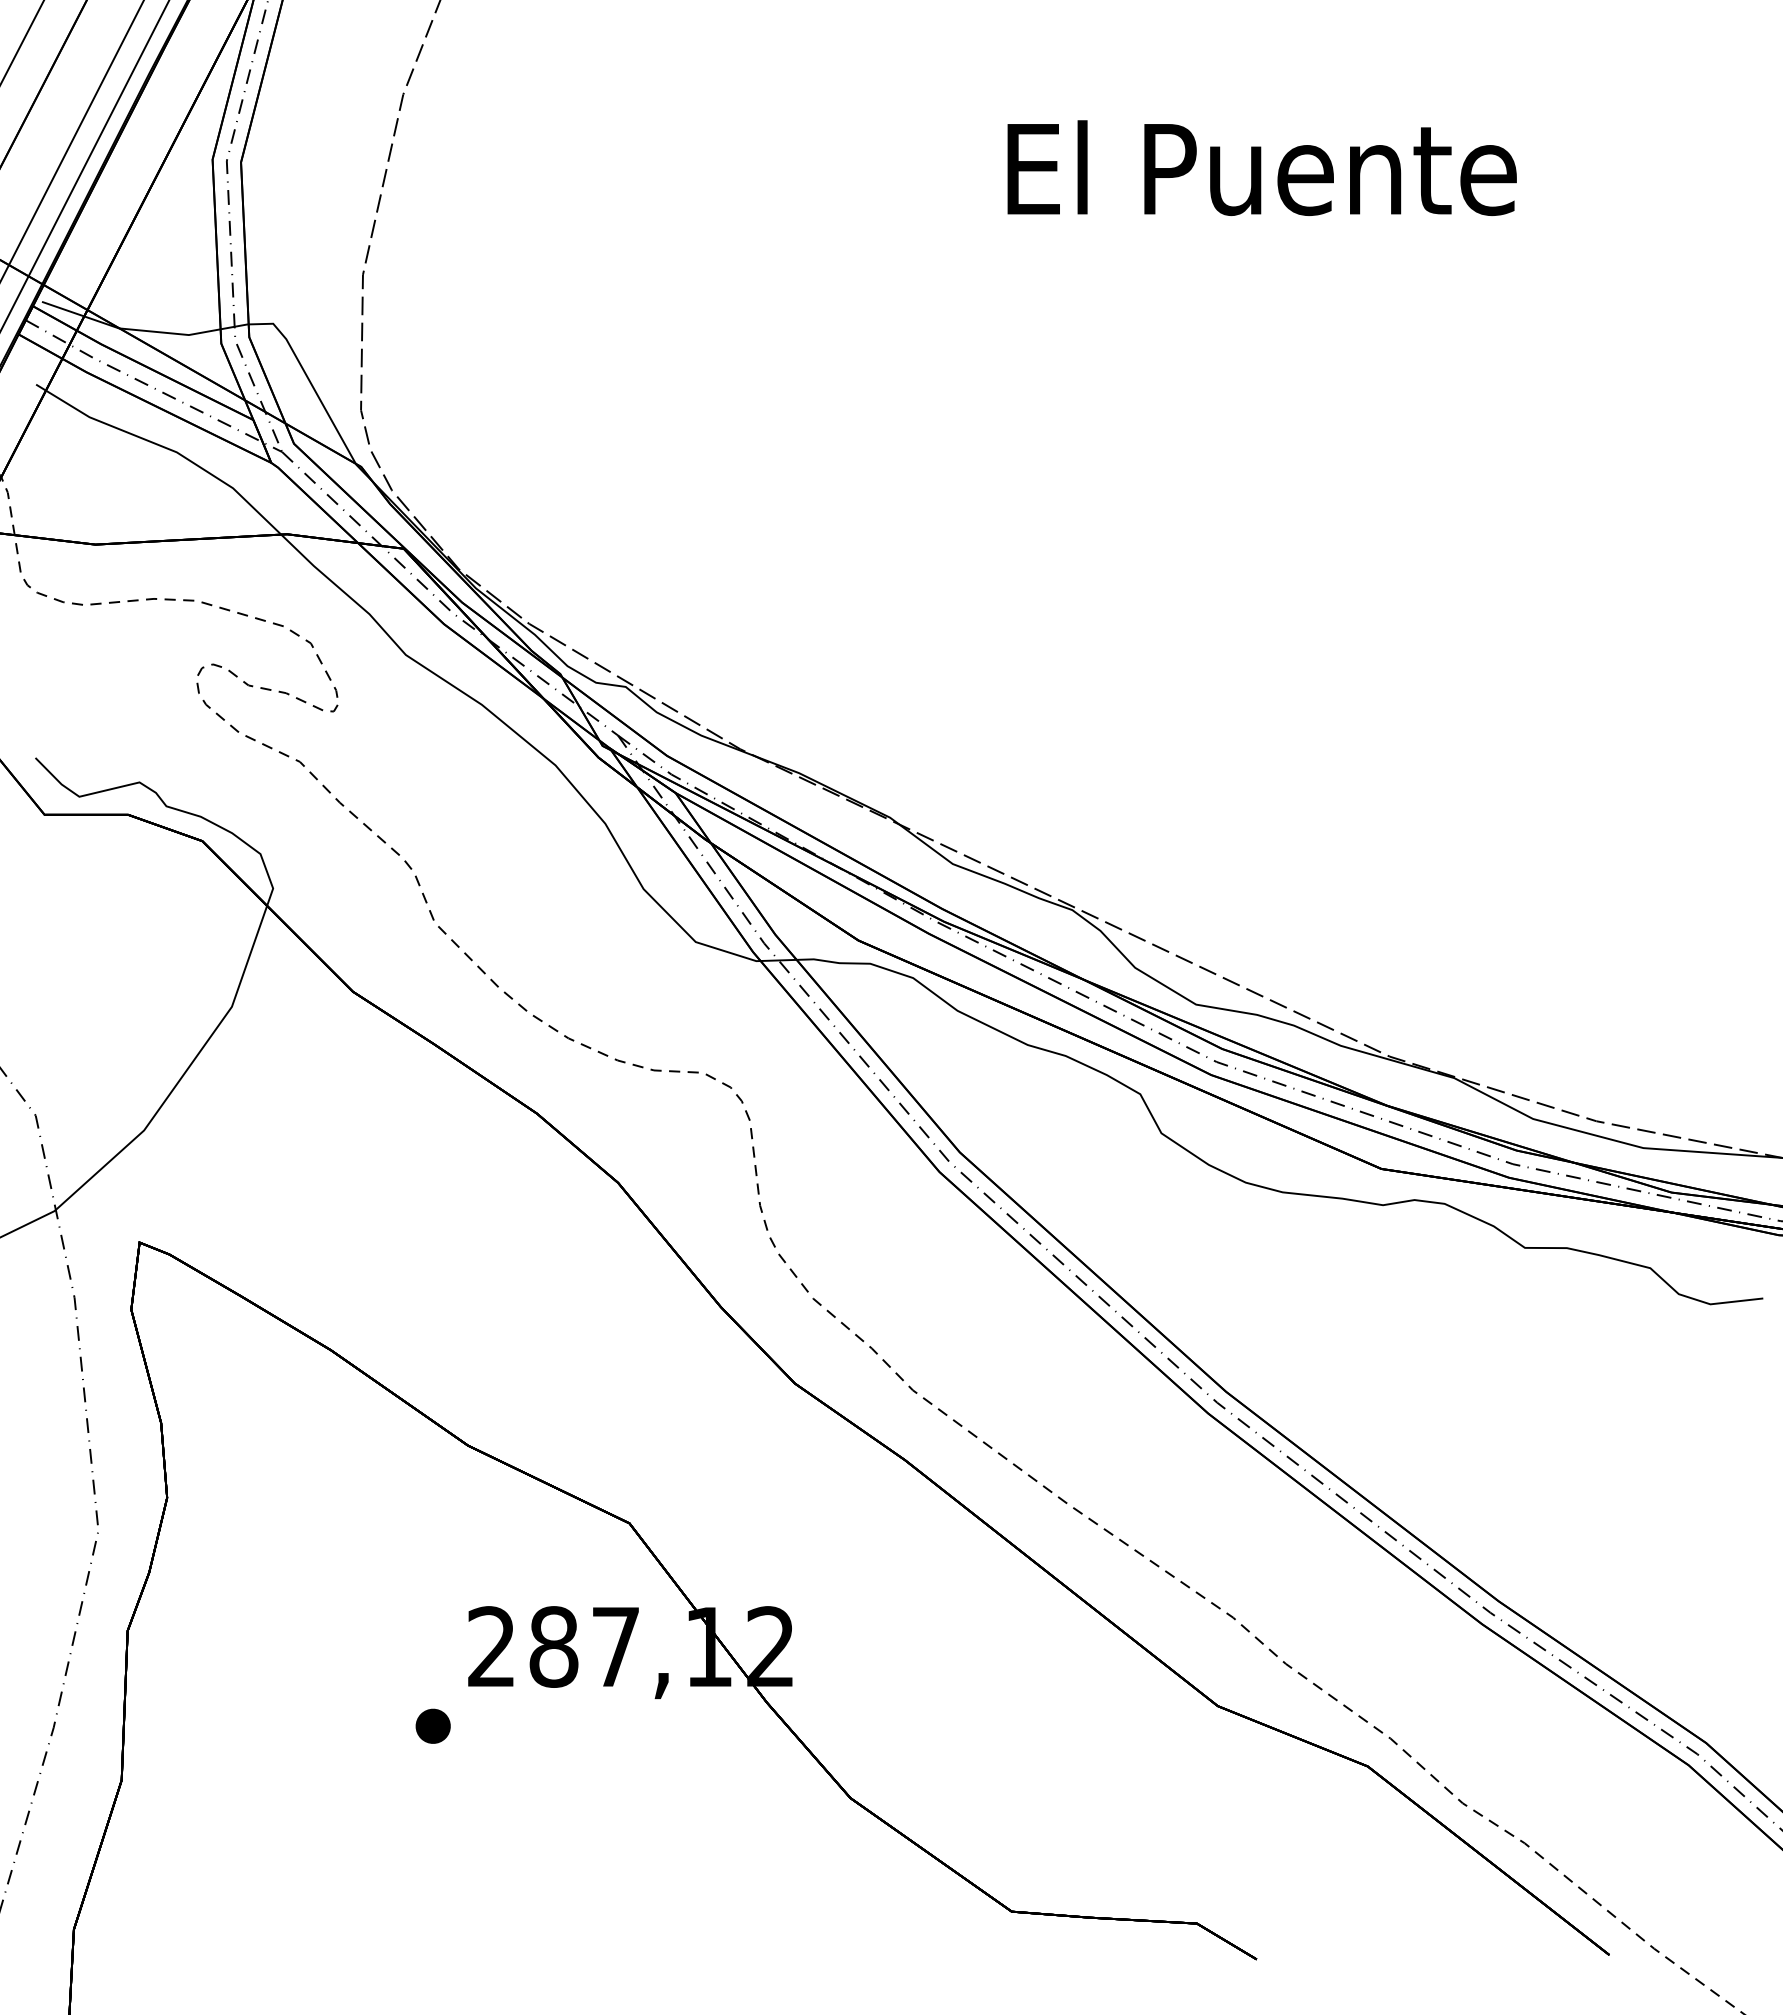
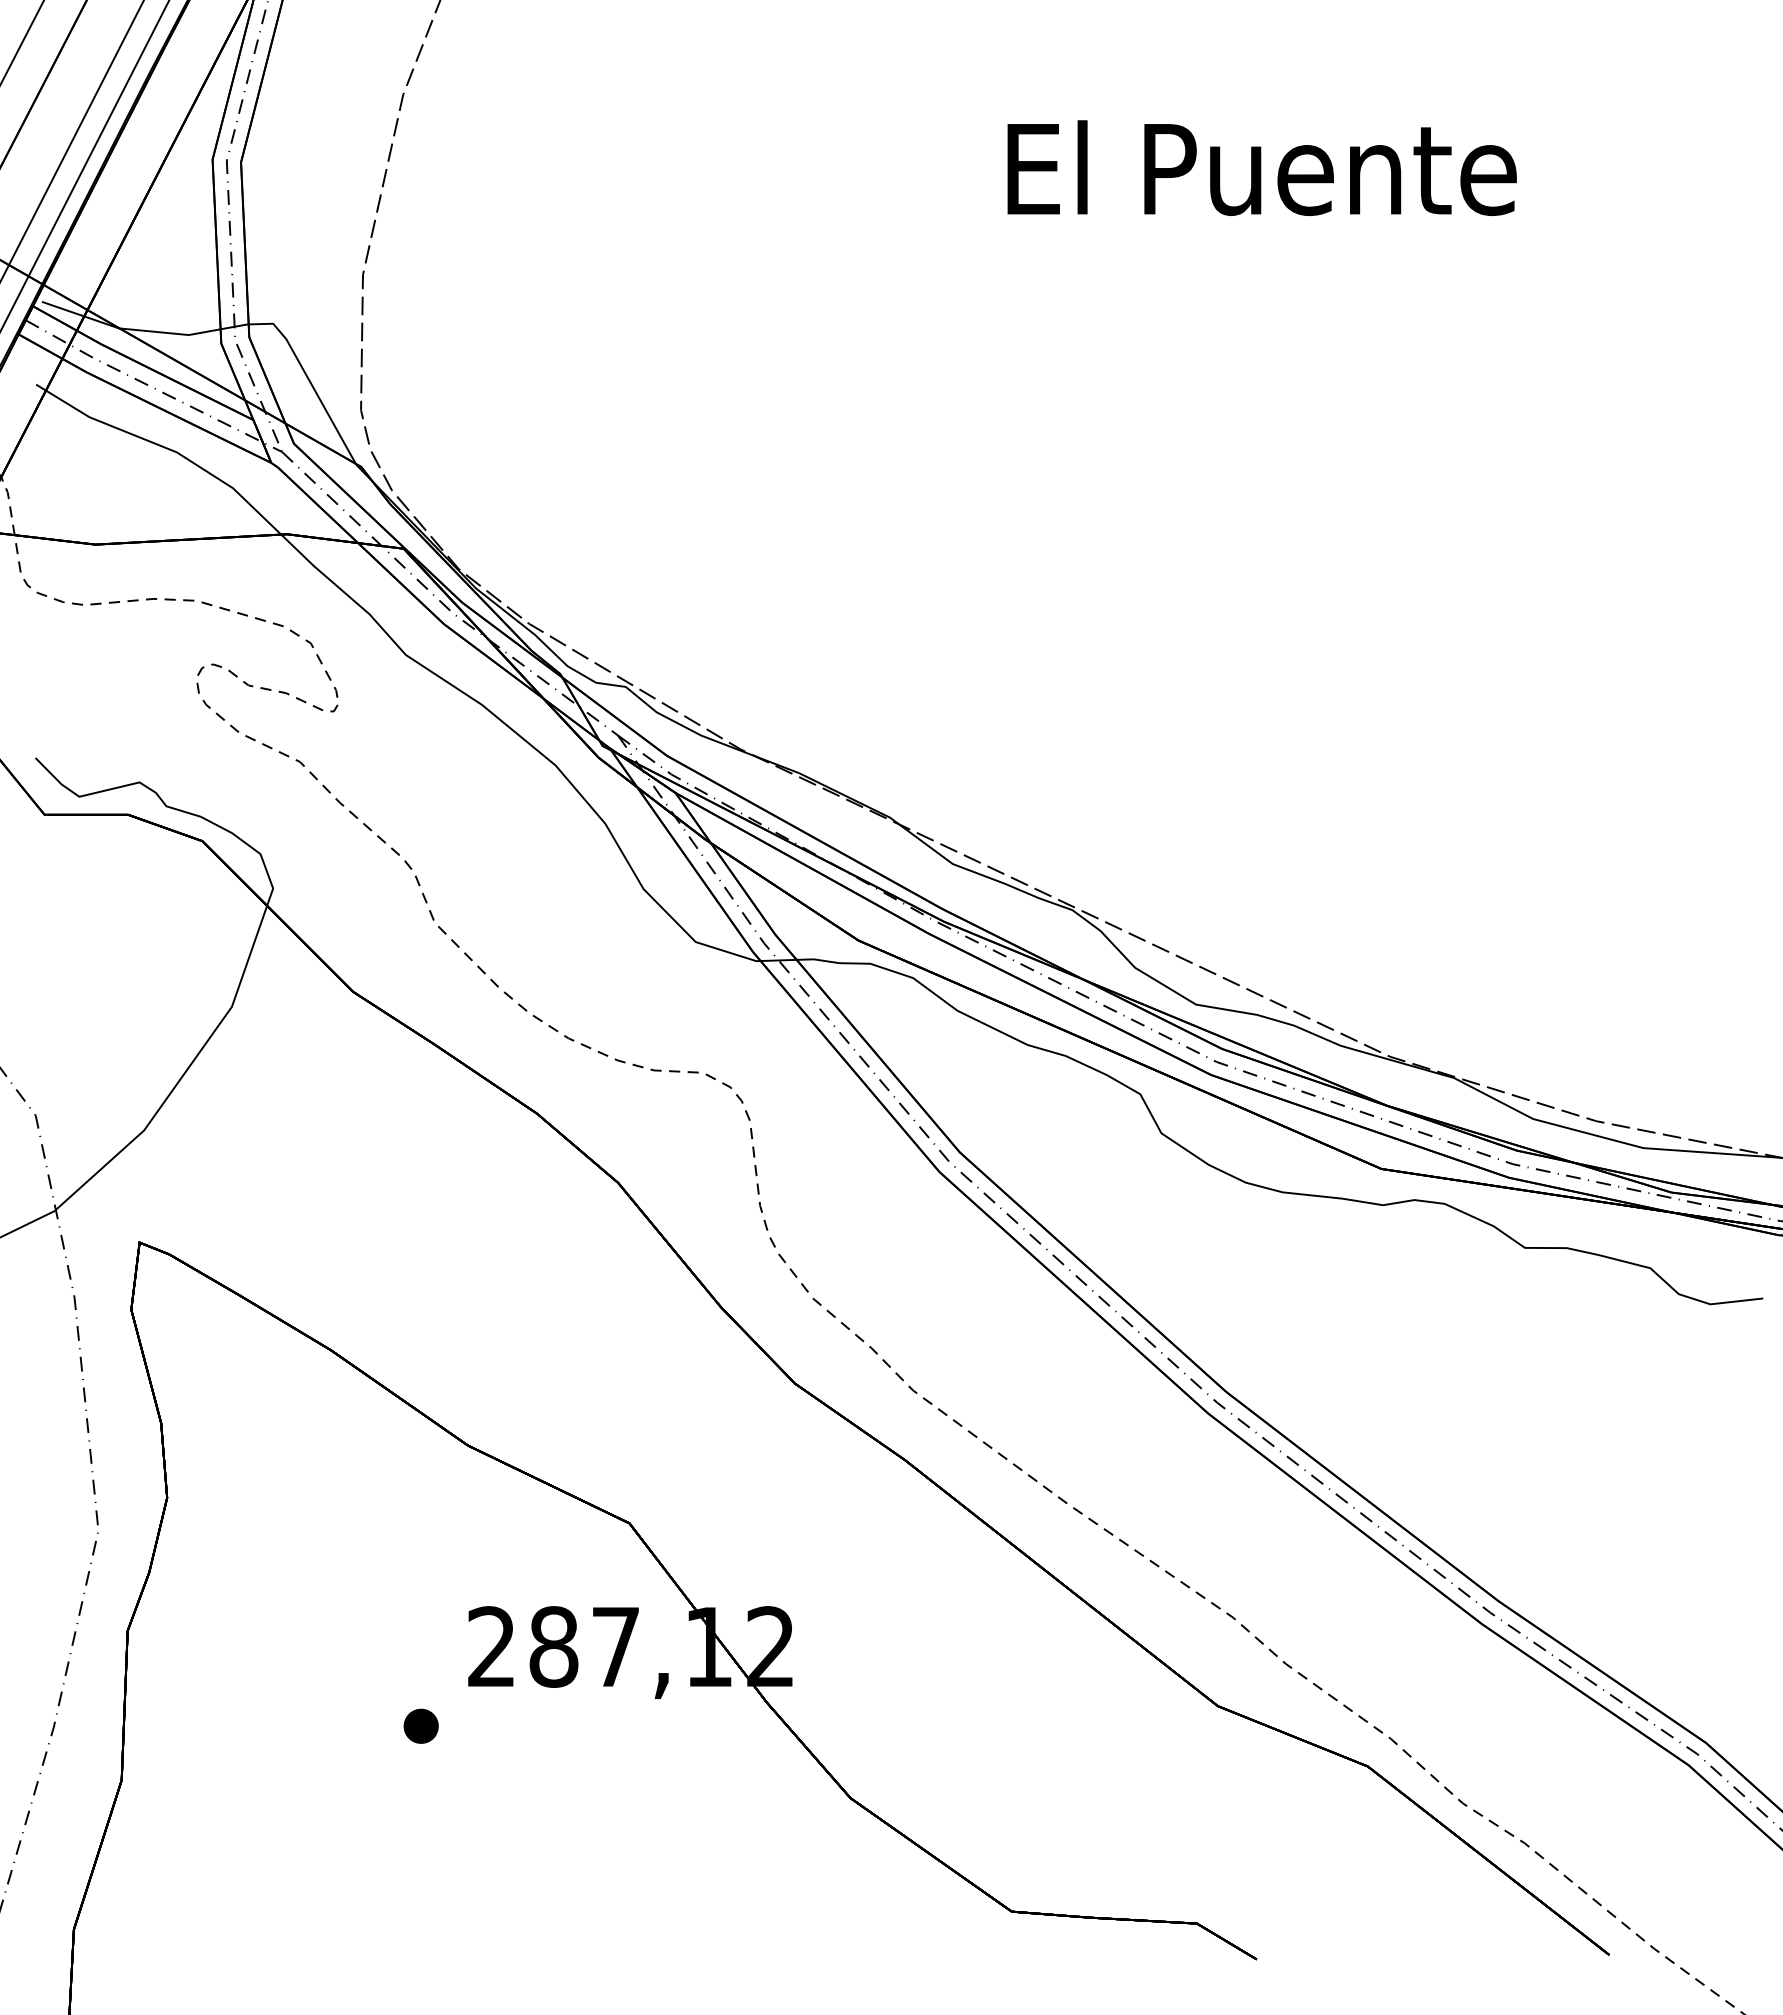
part at (432, 1725) position: (432, 1725) -> (420, 1725)
